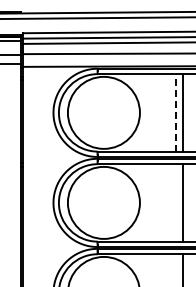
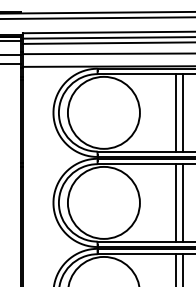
line at (175, 112): dashed -> solid
line at (175, 202): none -> present
line at (175, 268): none -> present
